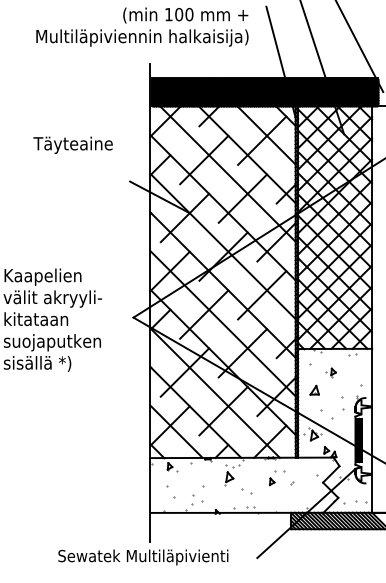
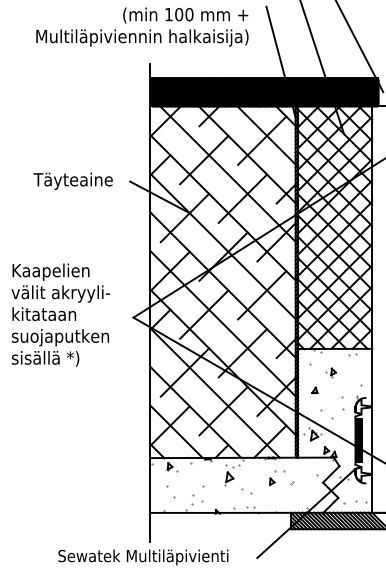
text at (72, 144) position: (72, 144) -> (72, 180)
text at (52, 319) position: (52, 319) -> (60, 314)
part at (314, 389) size: 11x12 px -> 8x9 px
